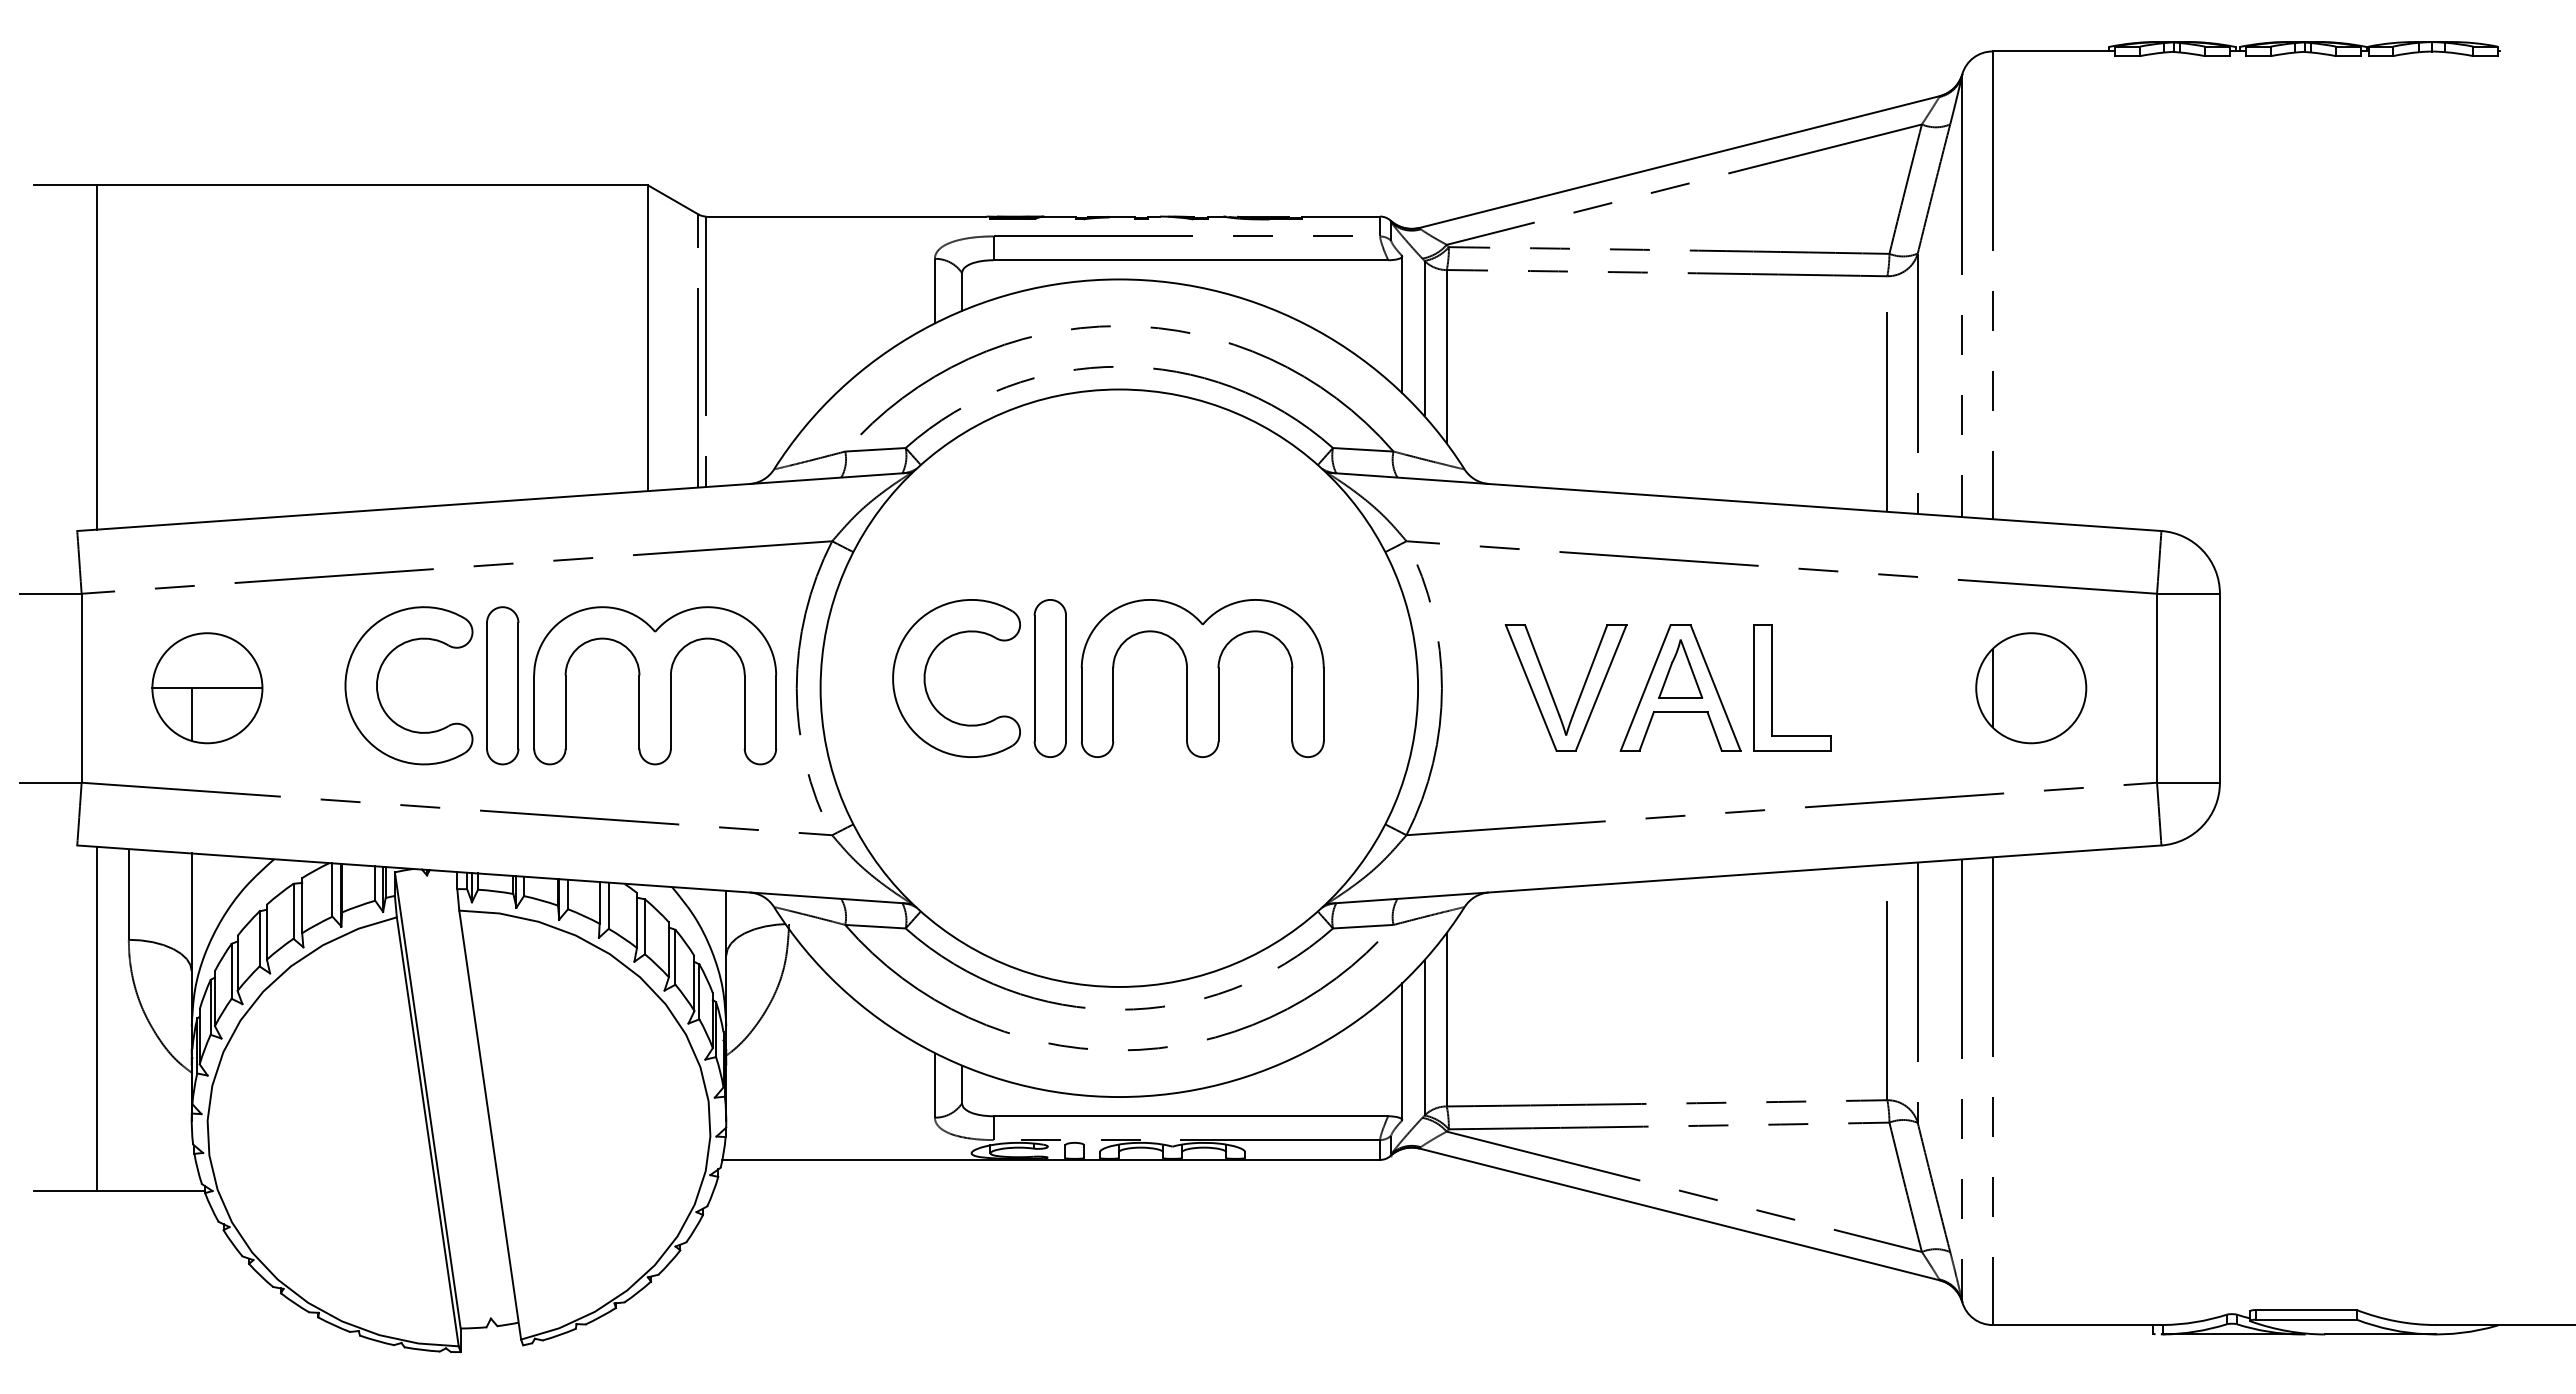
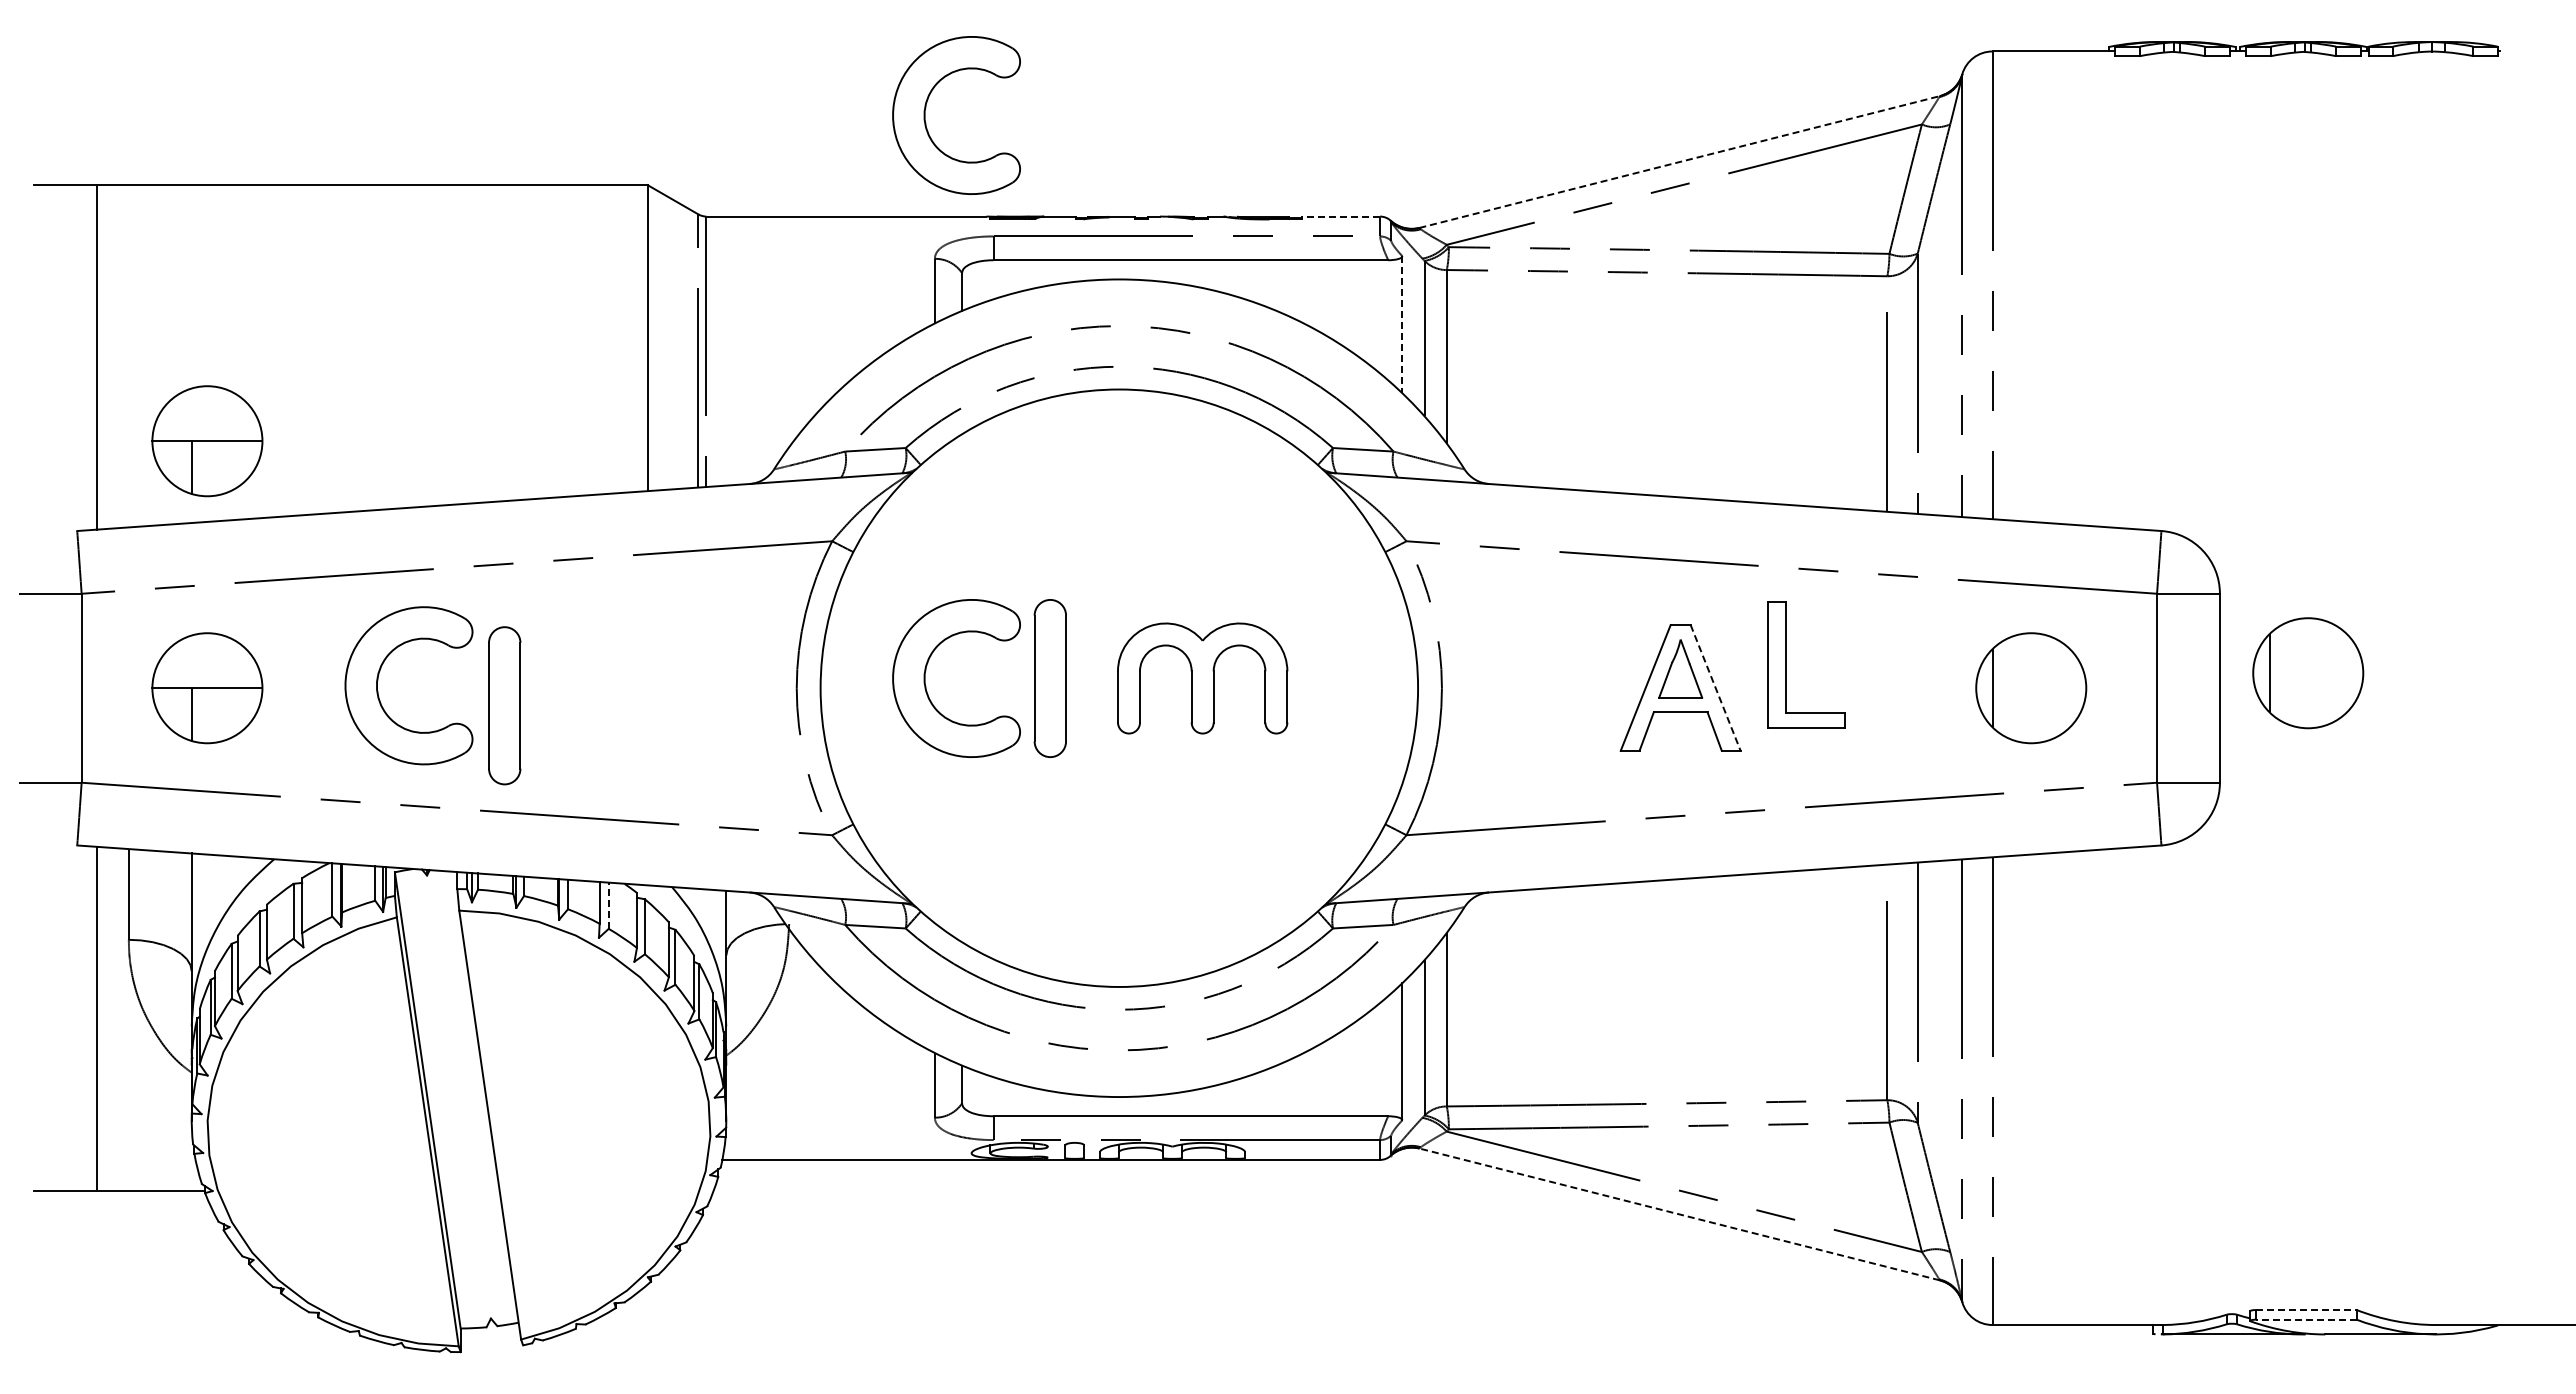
part at (926, 108): none -> present
line at (1680, 161): solid -> dashed
line at (1340, 216): solid -> dashed
line at (1402, 324): solid -> dashed
part at (207, 441): none -> present
part at (2308, 673): none -> present
part at (1202, 678) size: 245x159 px -> 172x113 px
part at (502, 685) position: (502, 685) -> (504, 705)
part at (655, 685): present -> none
line at (1715, 687): solid -> dashed
part at (1772, 687) position: (1772, 687) -> (1786, 664)
part at (1551, 691): present -> none
line at (608, 905): solid -> dashed
line at (1679, 1214): solid -> dashed
line at (2306, 1310): solid -> dashed
line at (2305, 1319): solid -> dashed
